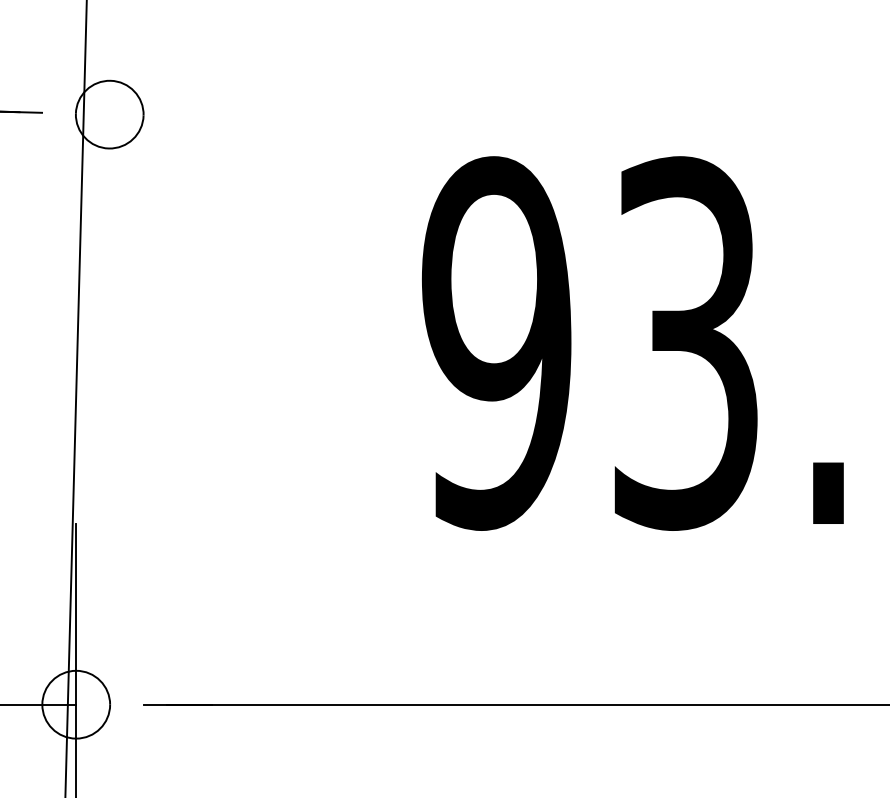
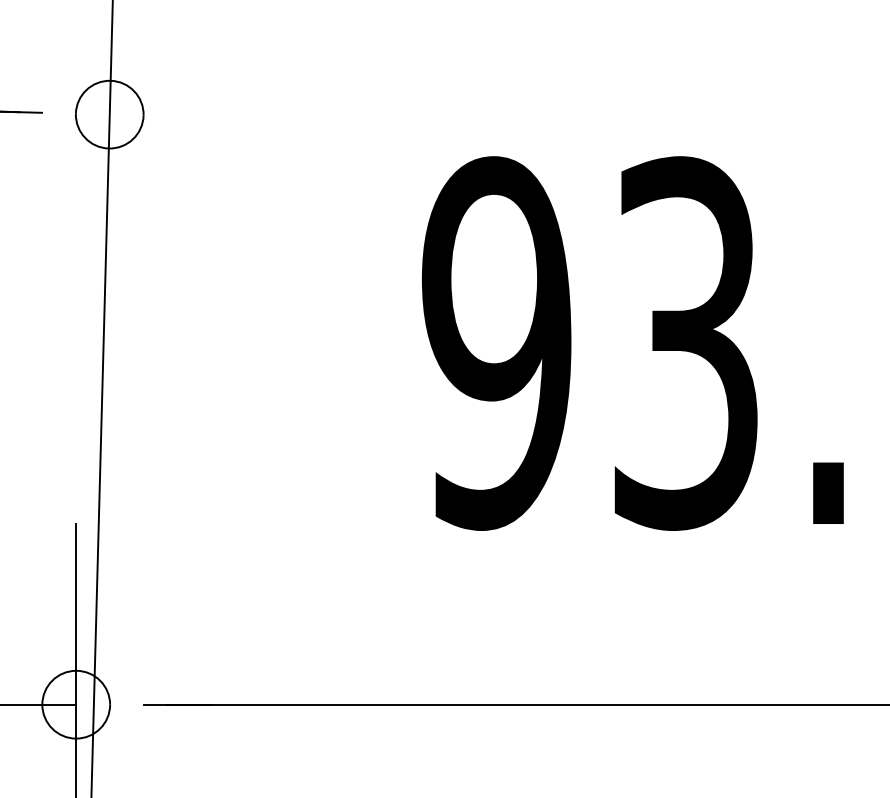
line at (75, 398) position: (75, 398) -> (101, 398)
